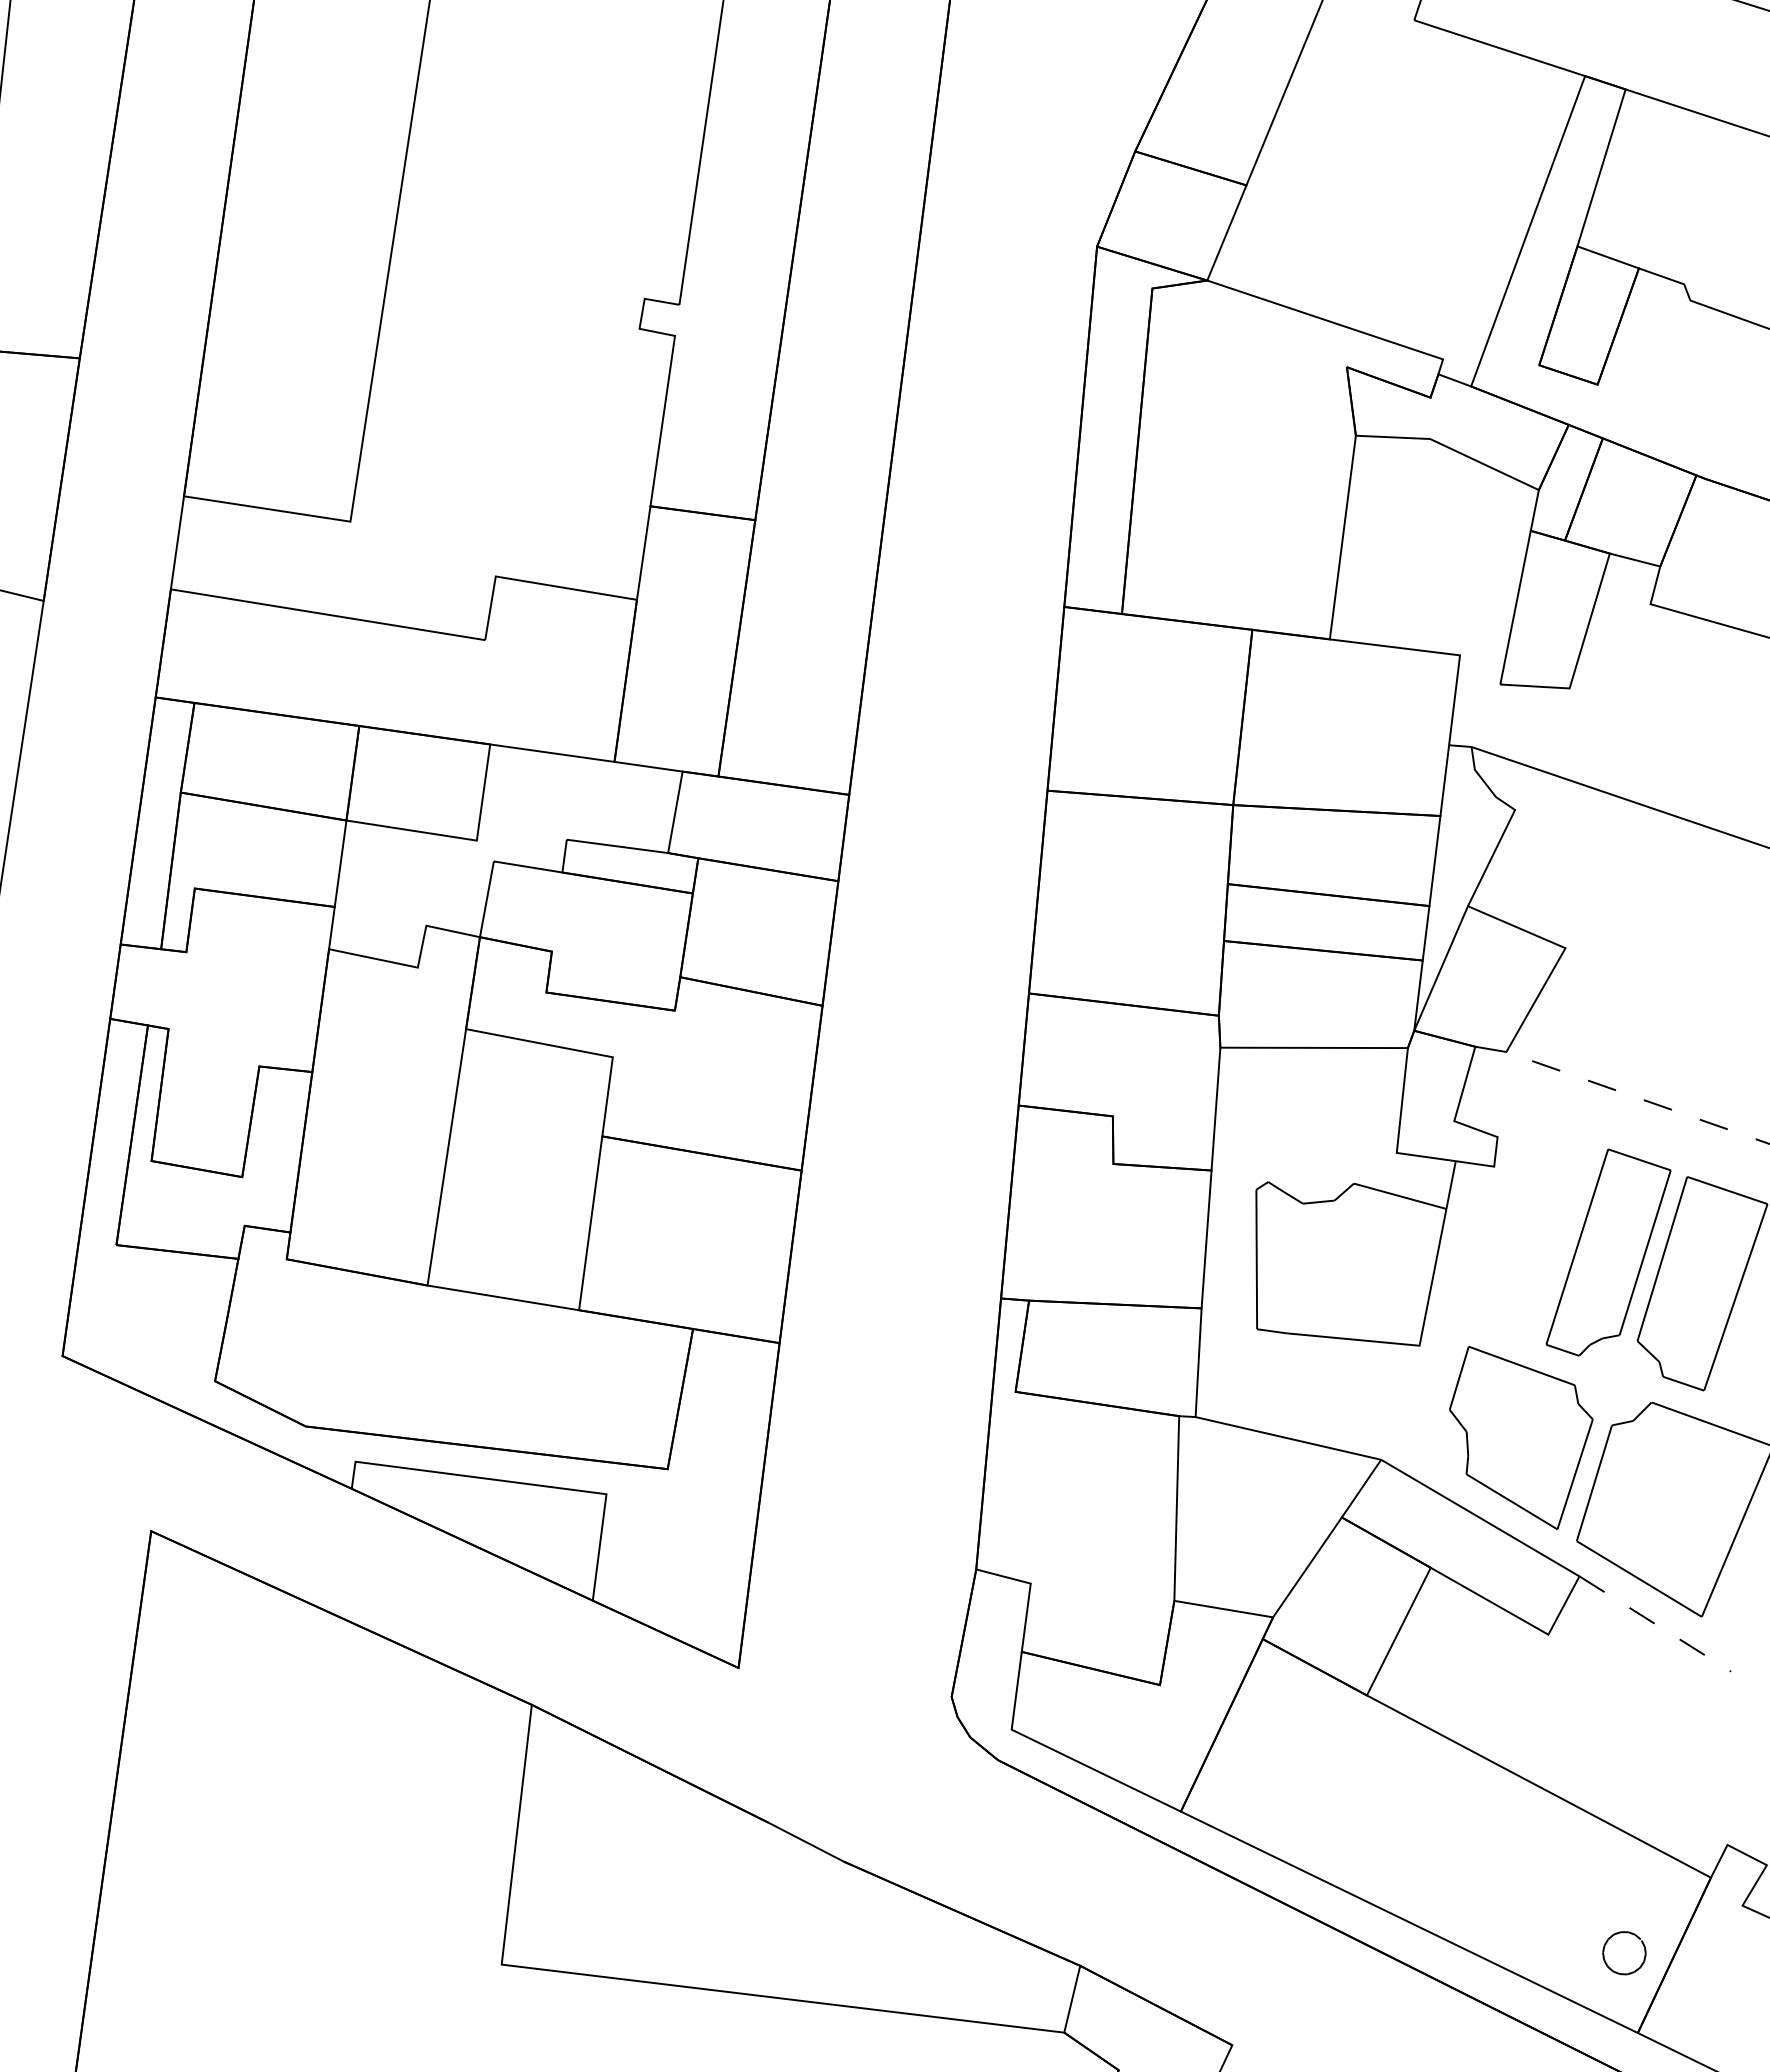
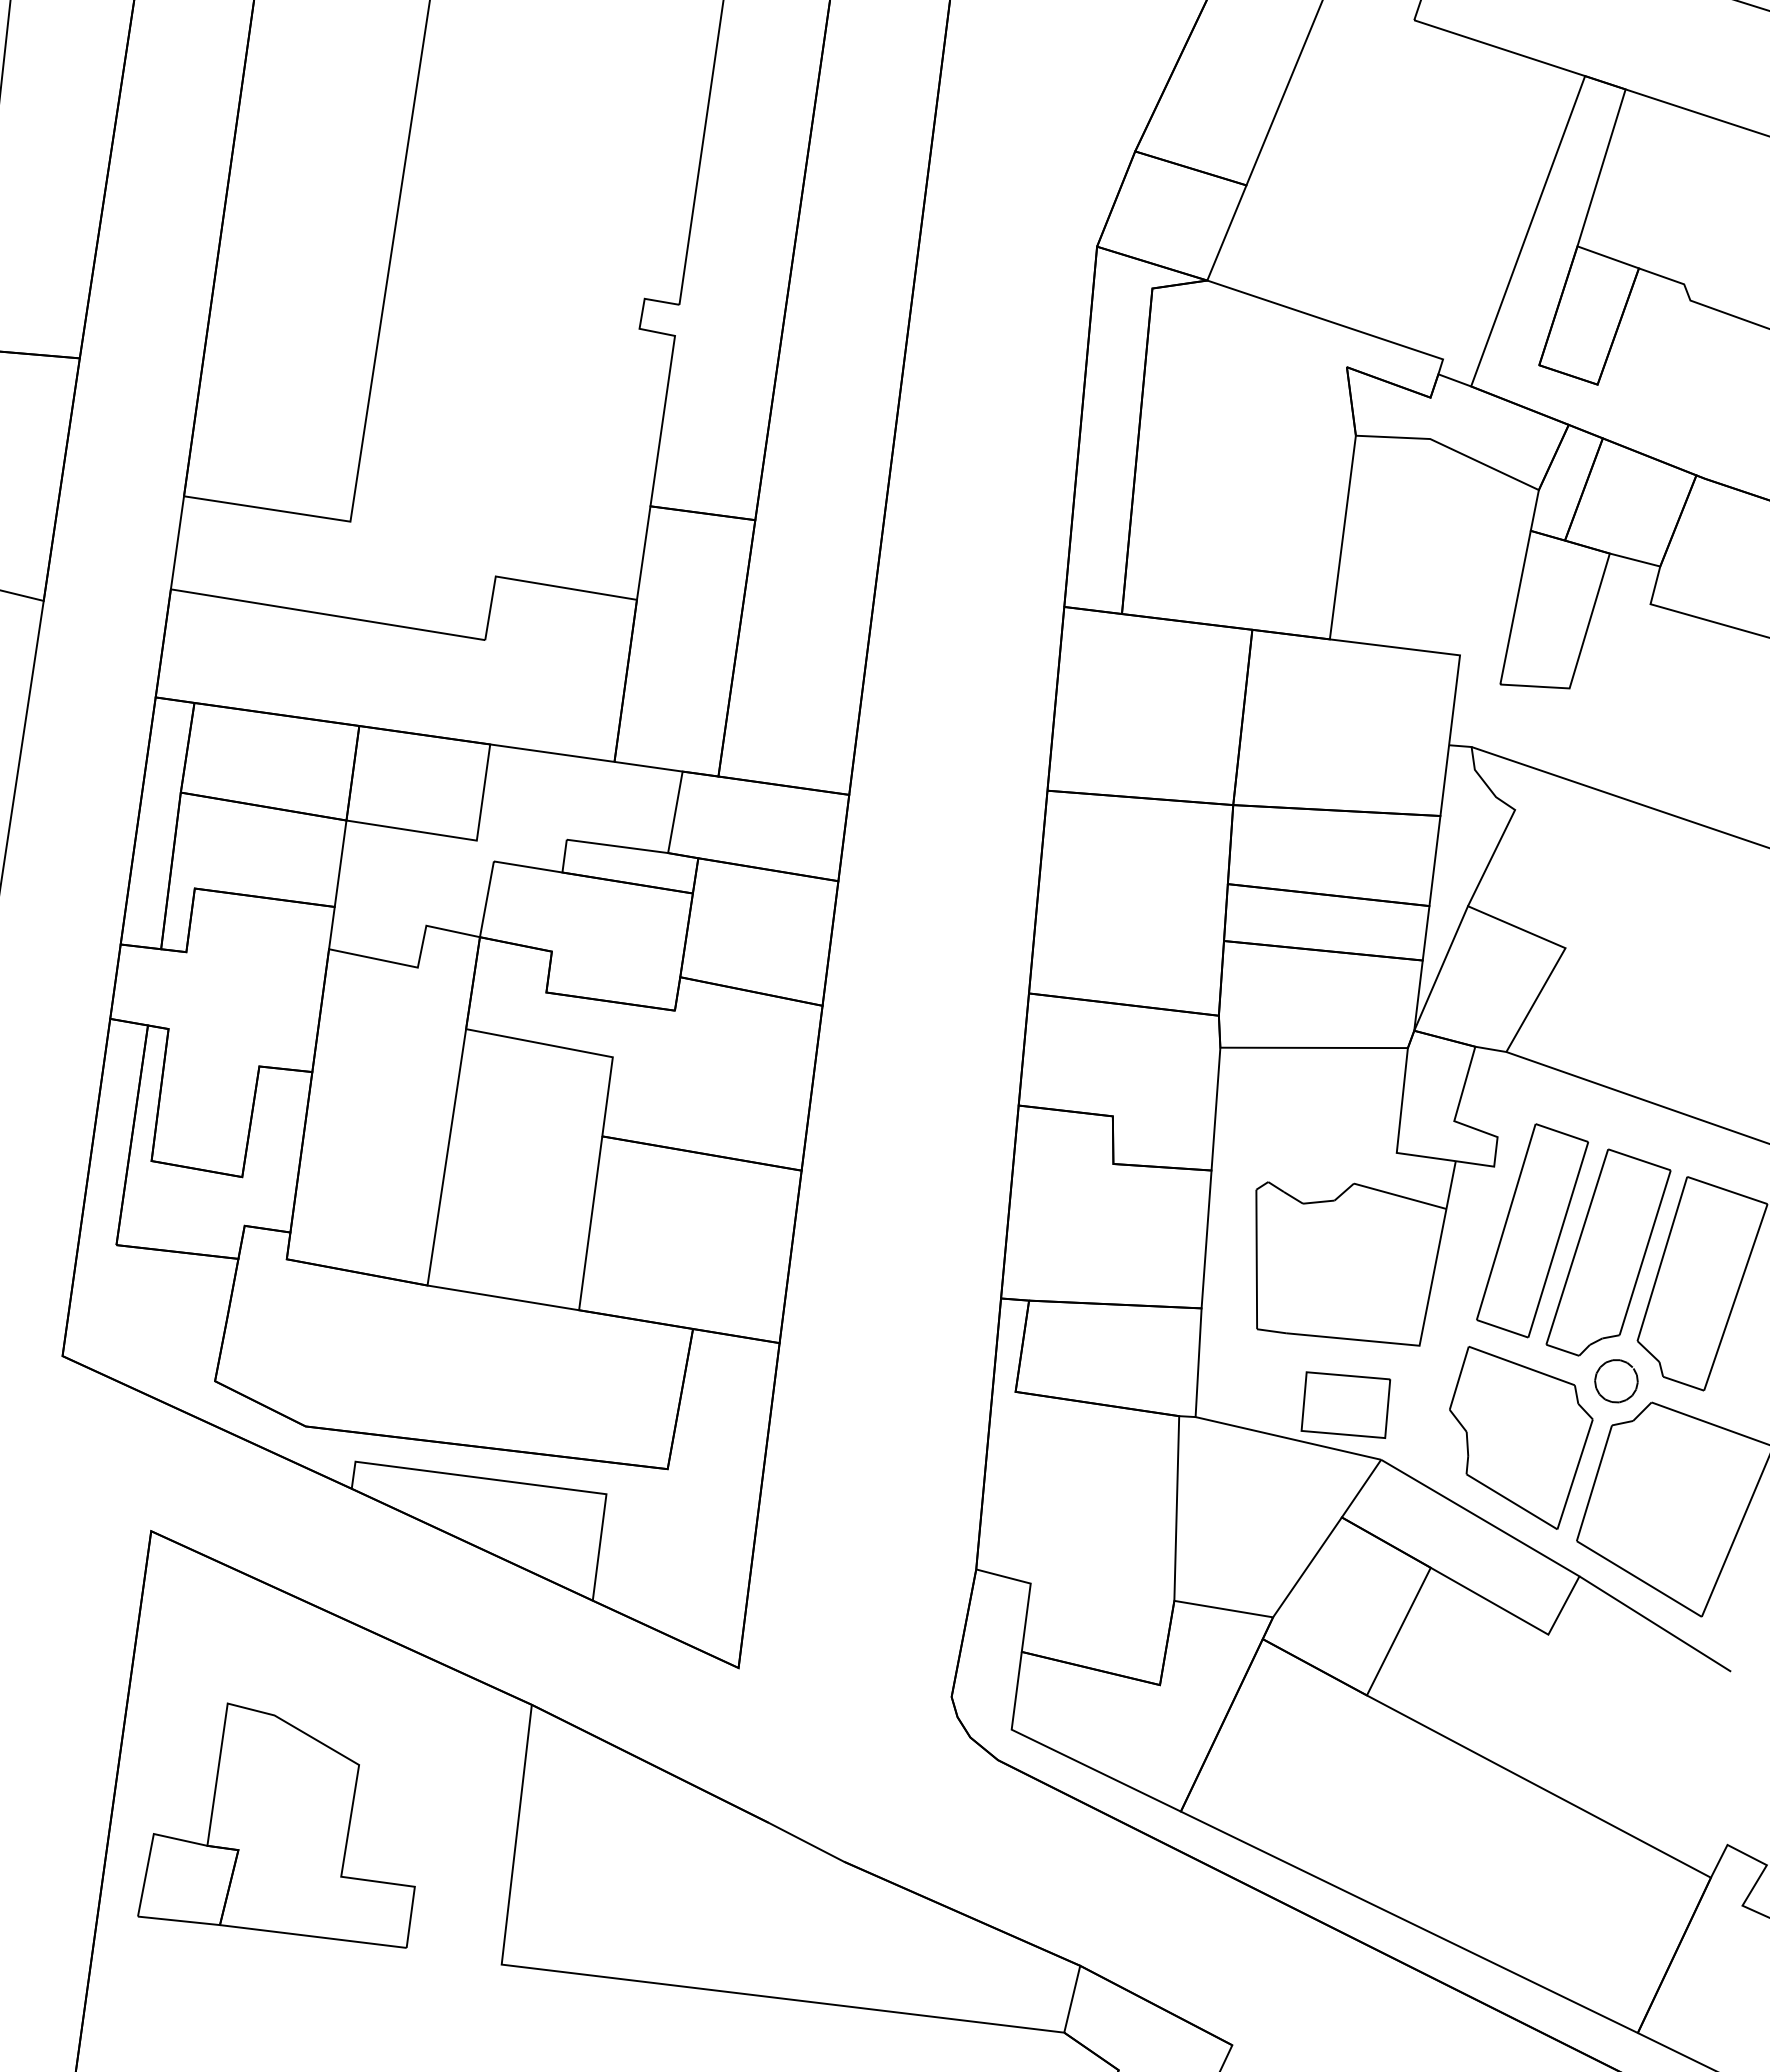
line at (1637, 1097): dashed -> solid
part at (1532, 1230): none -> present
part at (1345, 1404): none -> present
line at (1655, 1624): dashed -> solid
part at (276, 1825): none -> present
curve at (1619, 1972) position: (1619, 1972) -> (1611, 1400)
